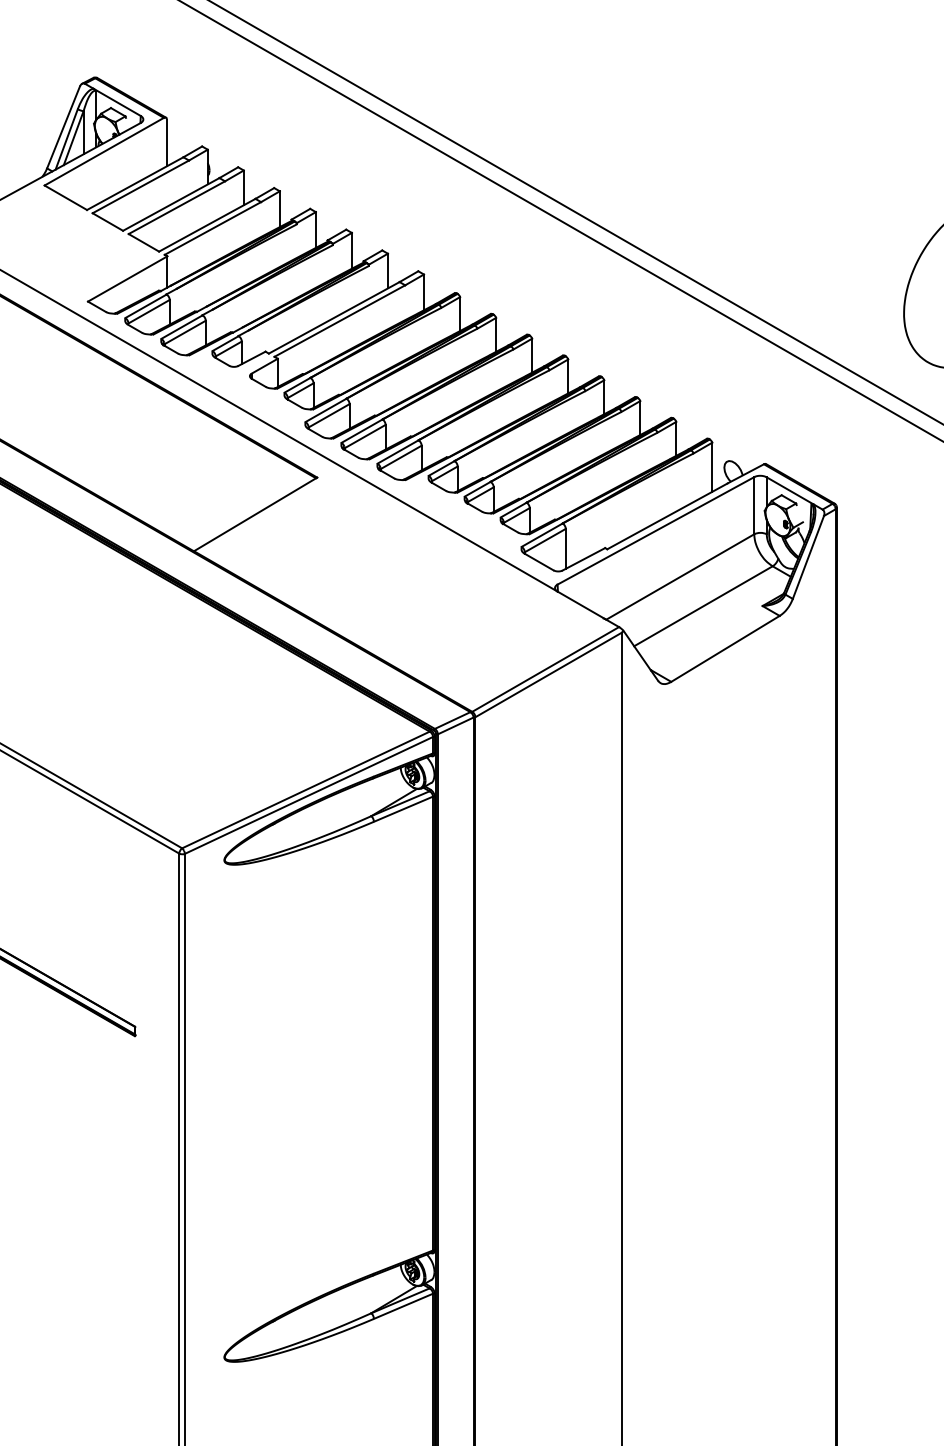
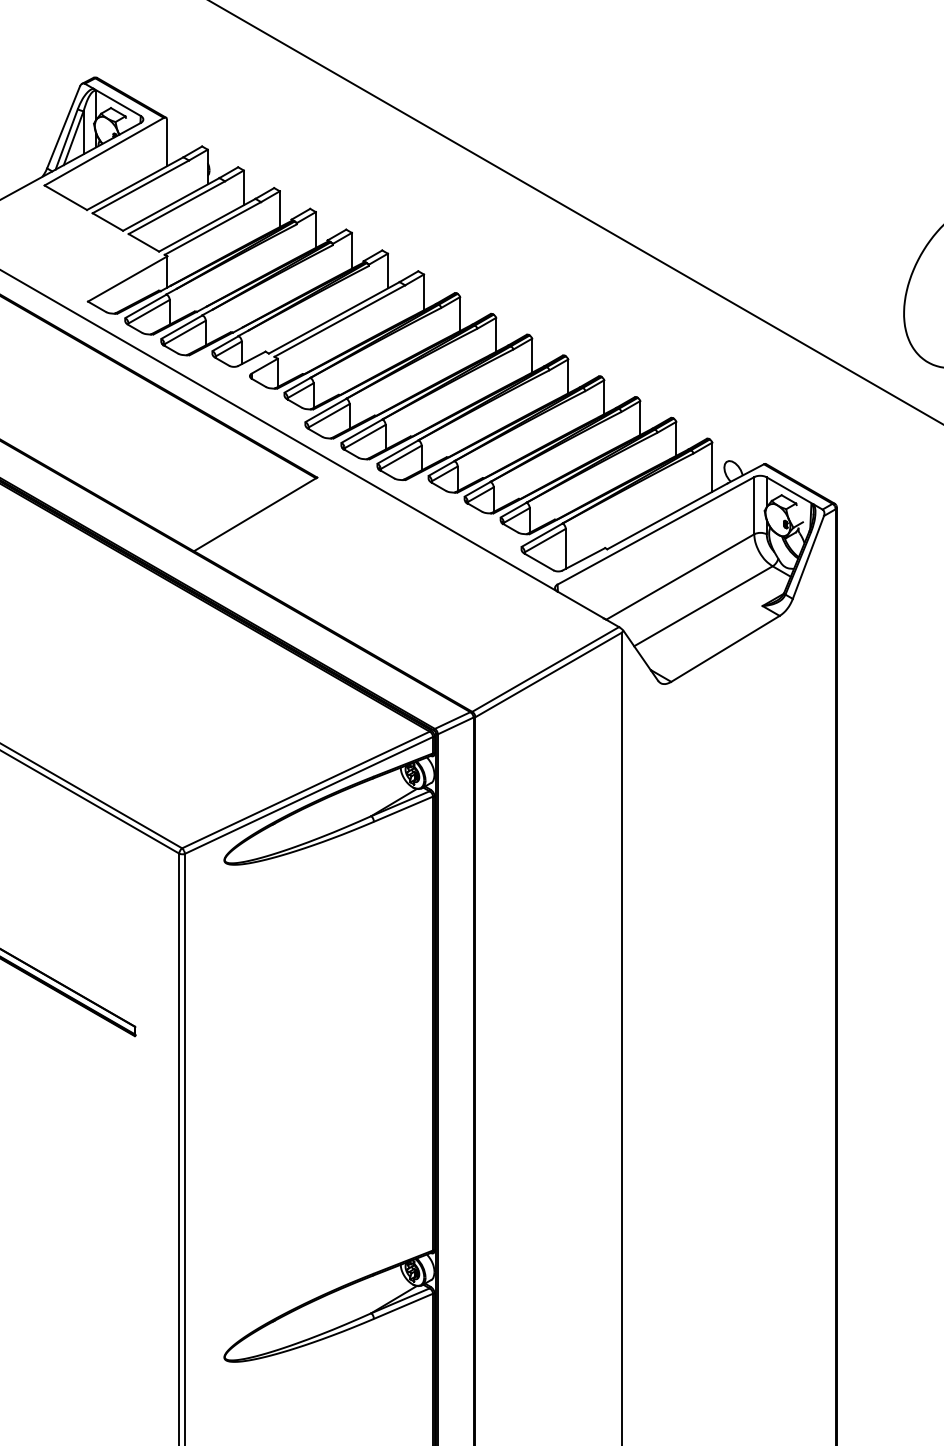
line at (561, 221): present -> none
